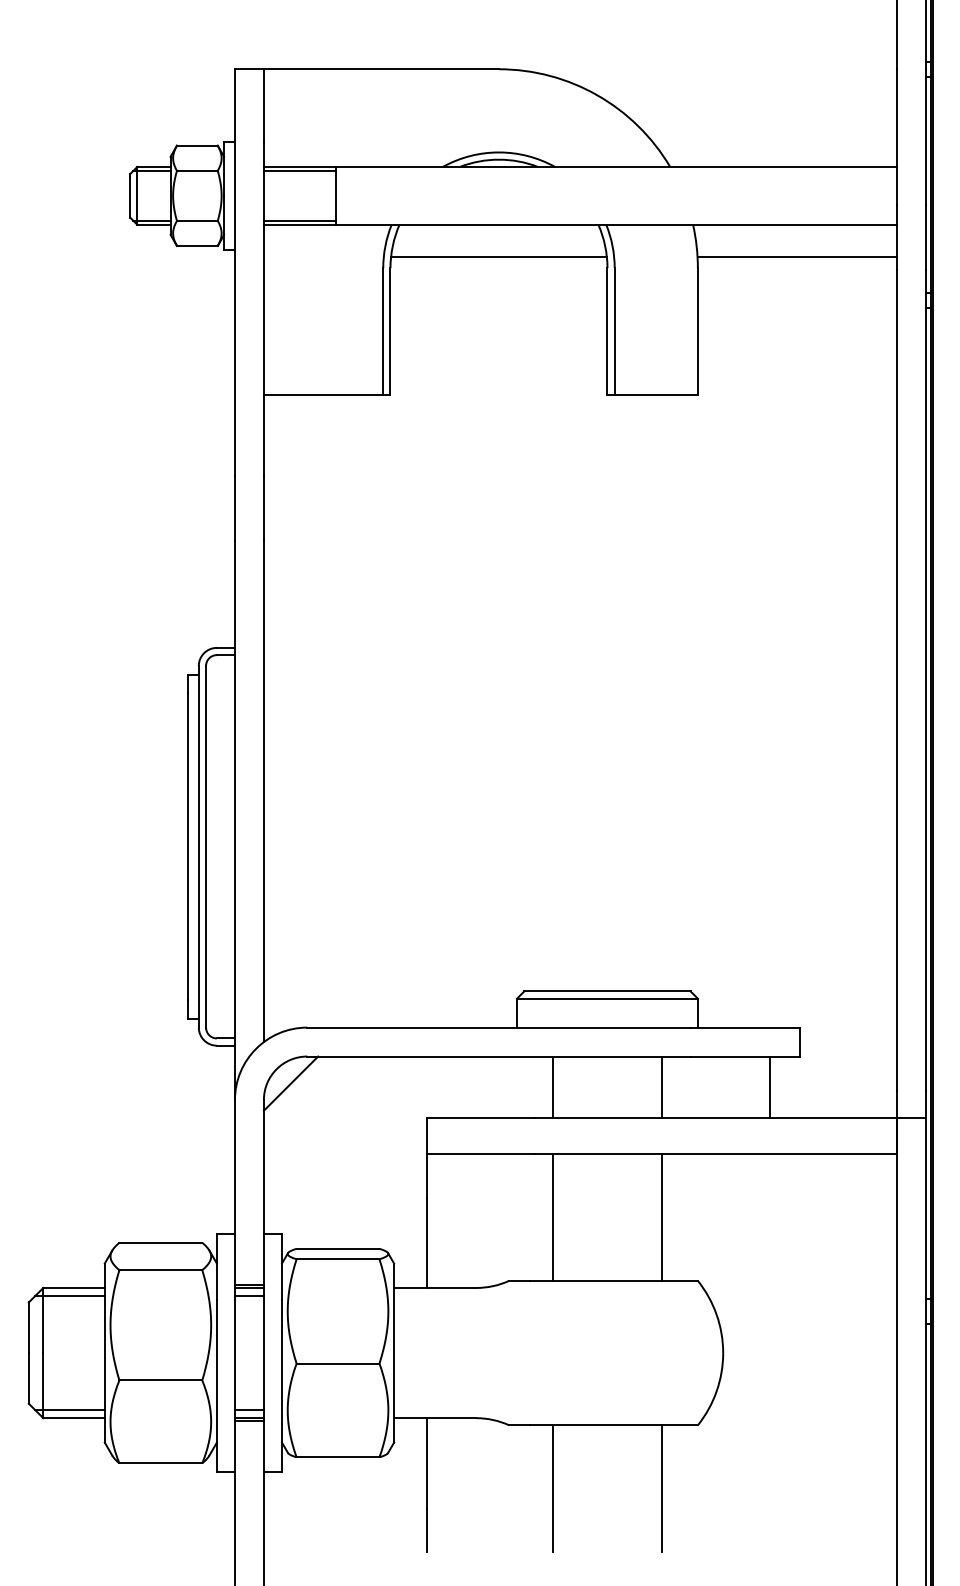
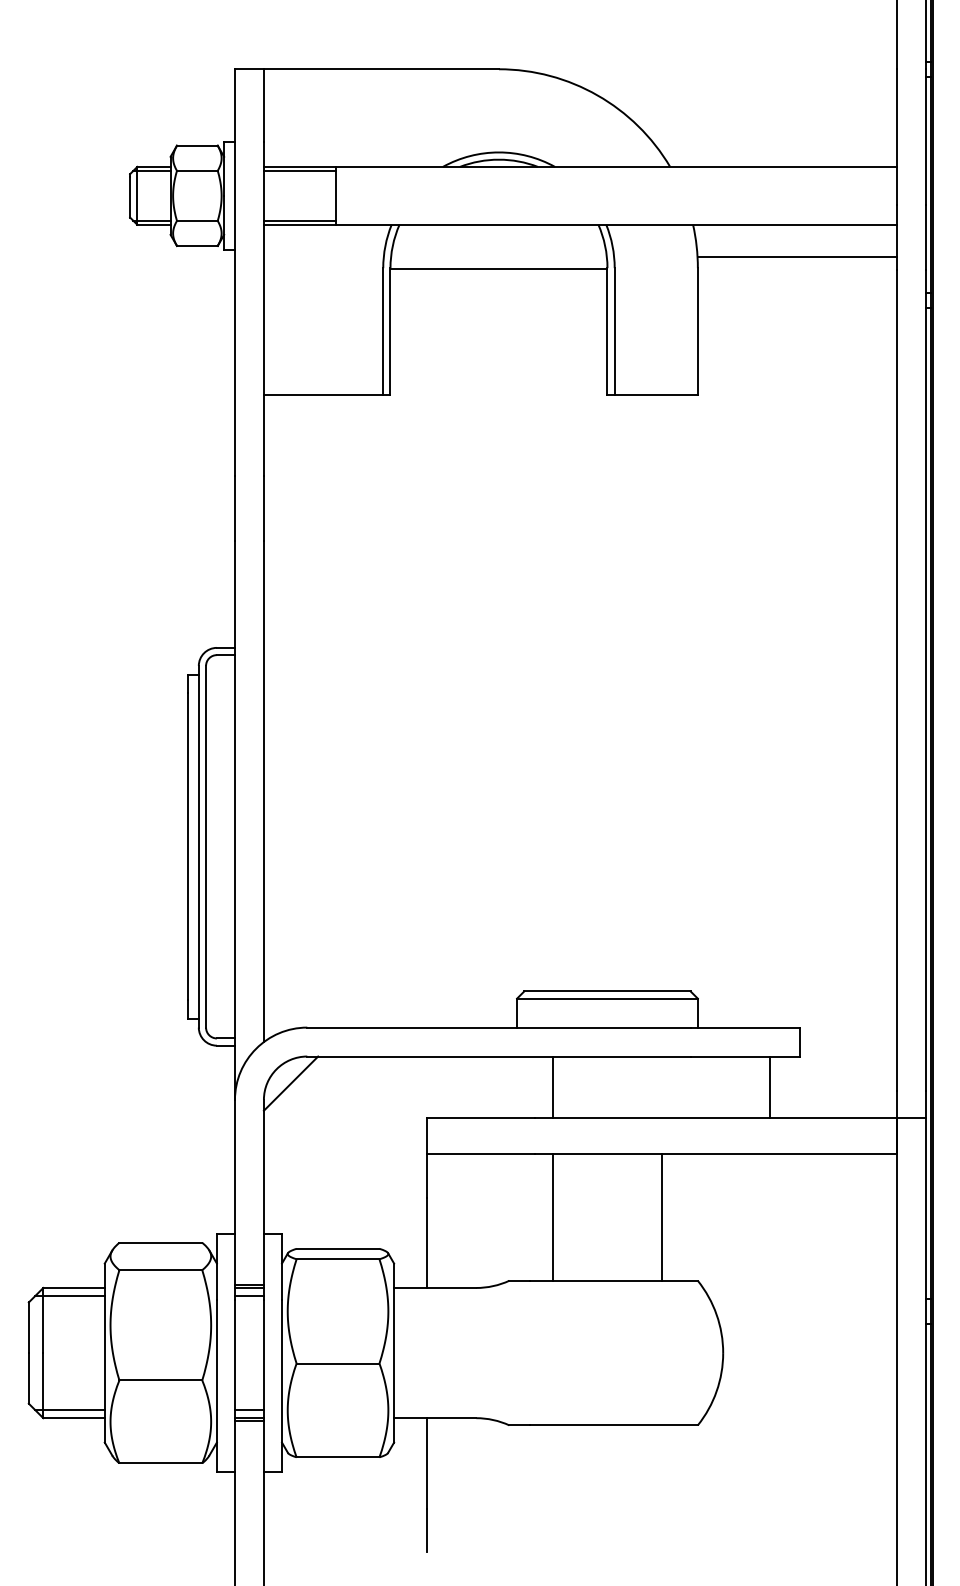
line at (498, 257) position: (498, 257) -> (498, 269)
line at (661, 1087): present -> none
line at (553, 1488): present -> none
line at (661, 1488): present -> none
